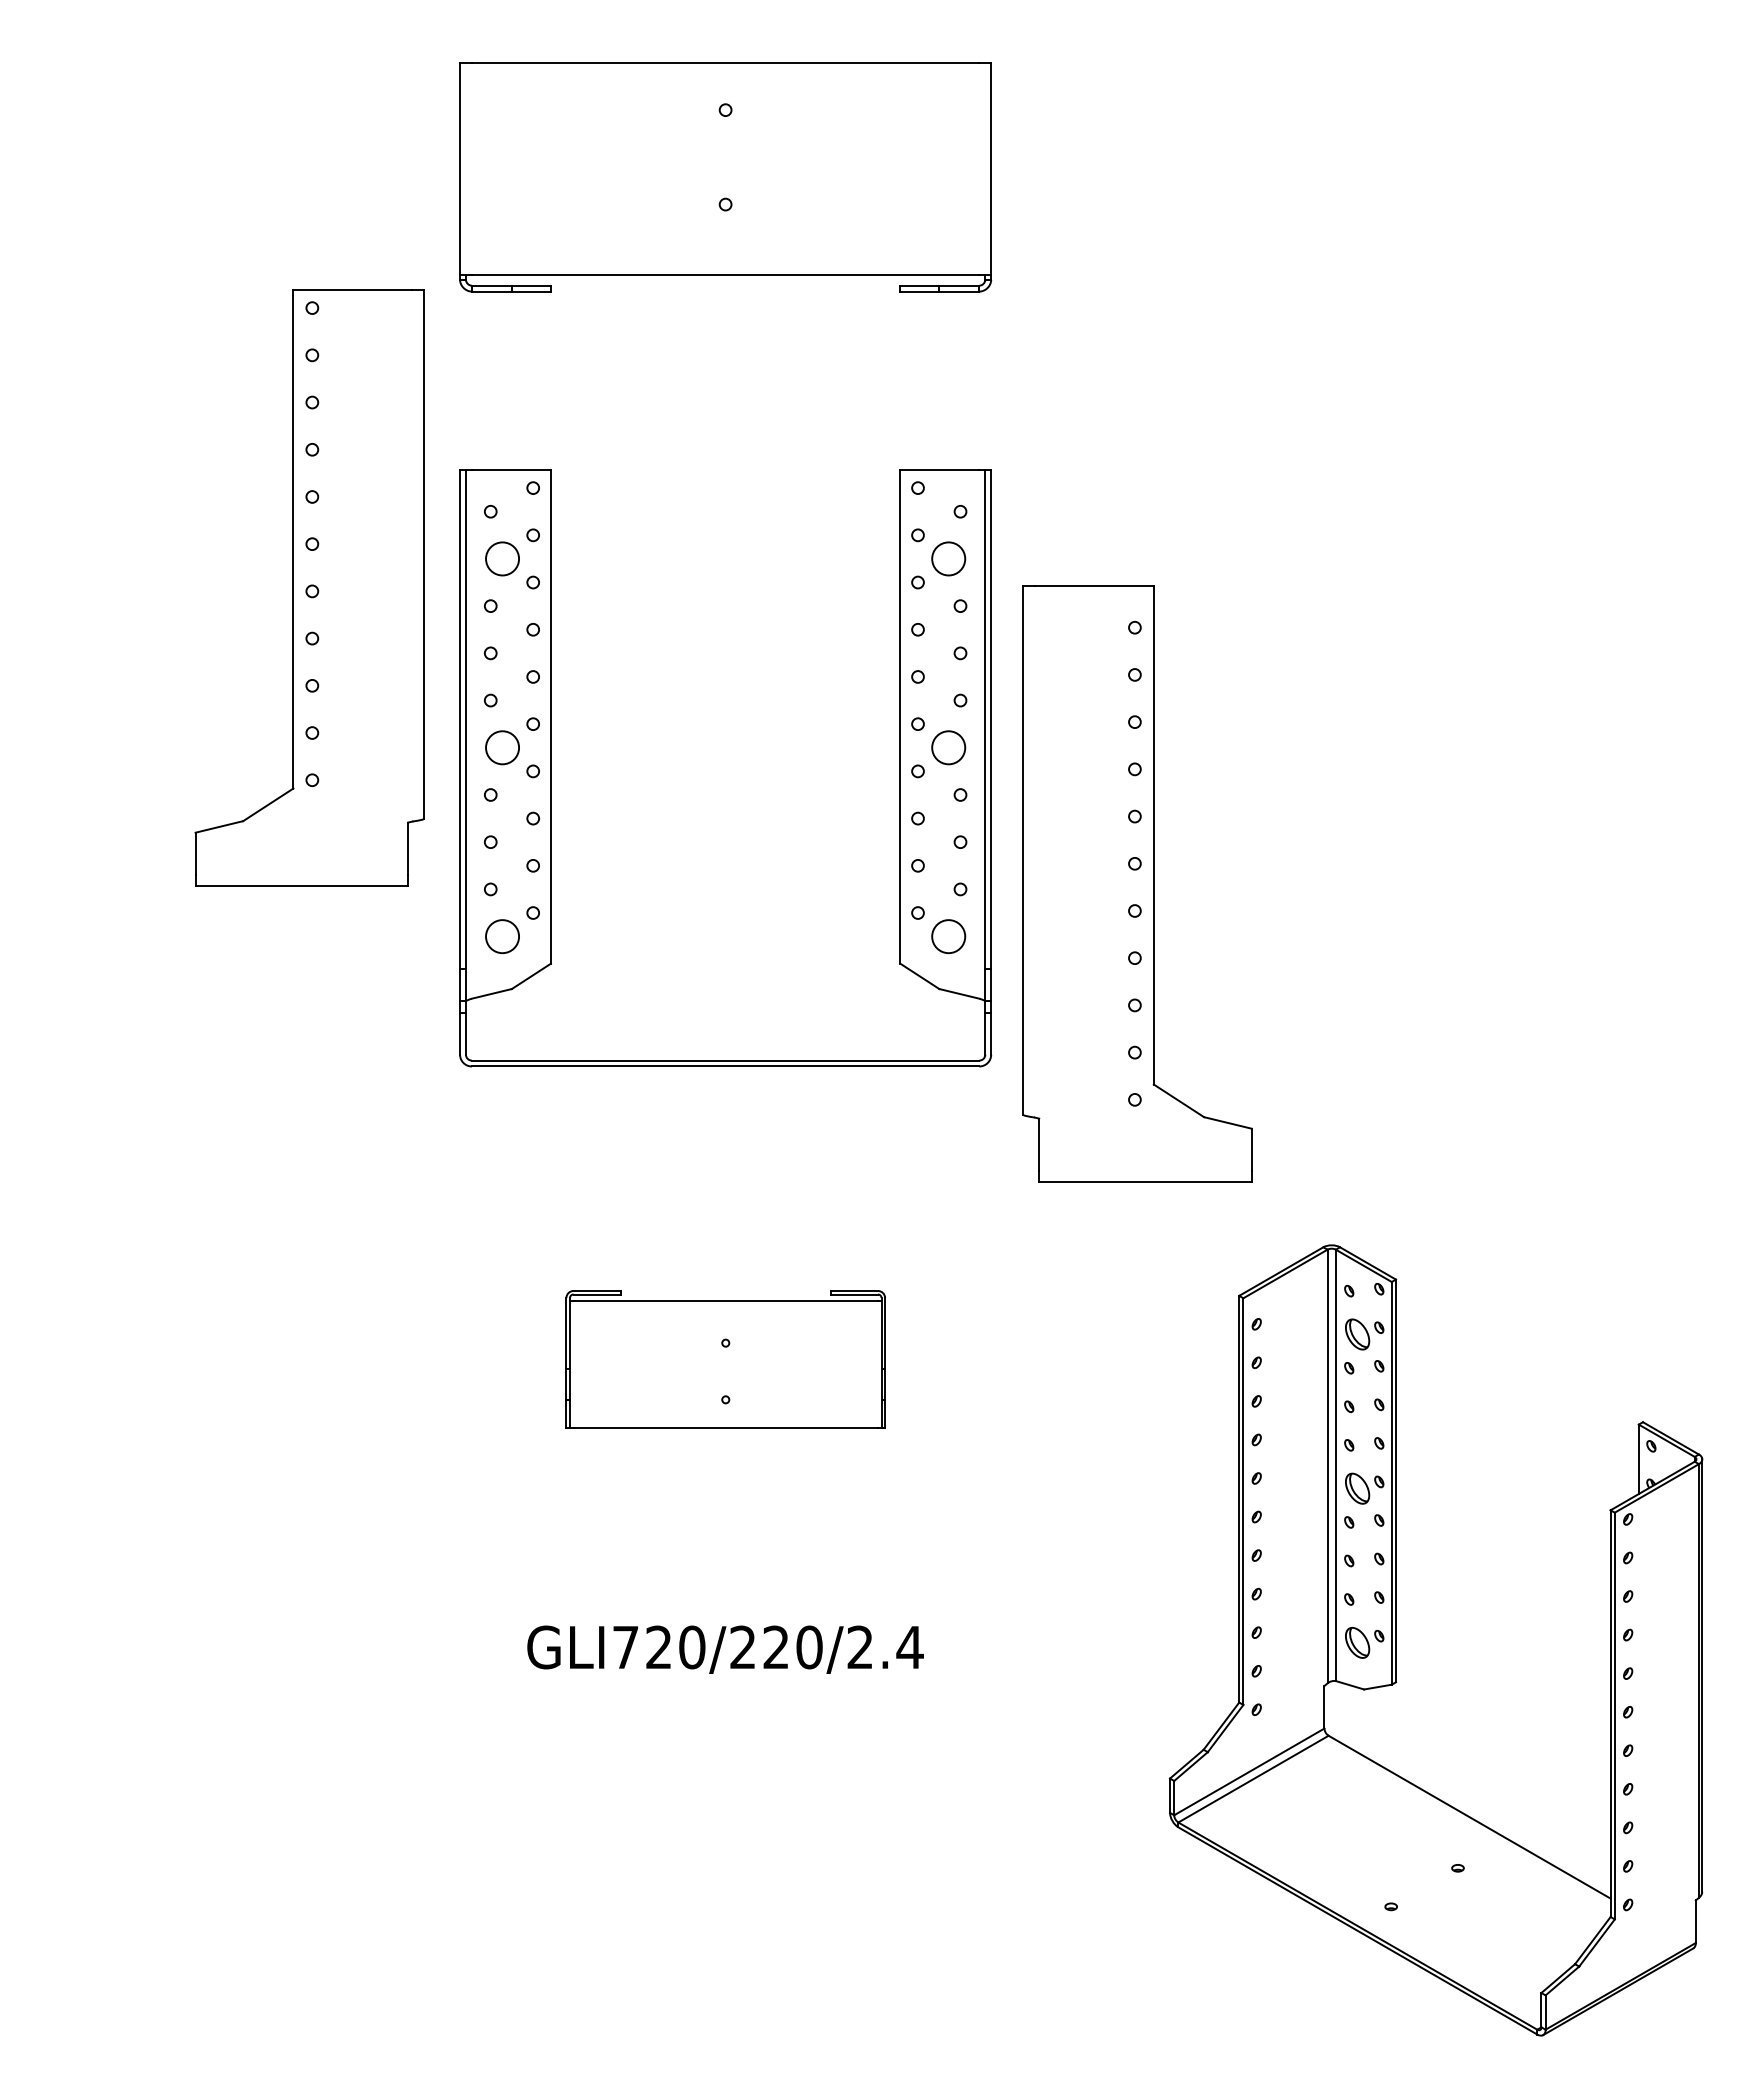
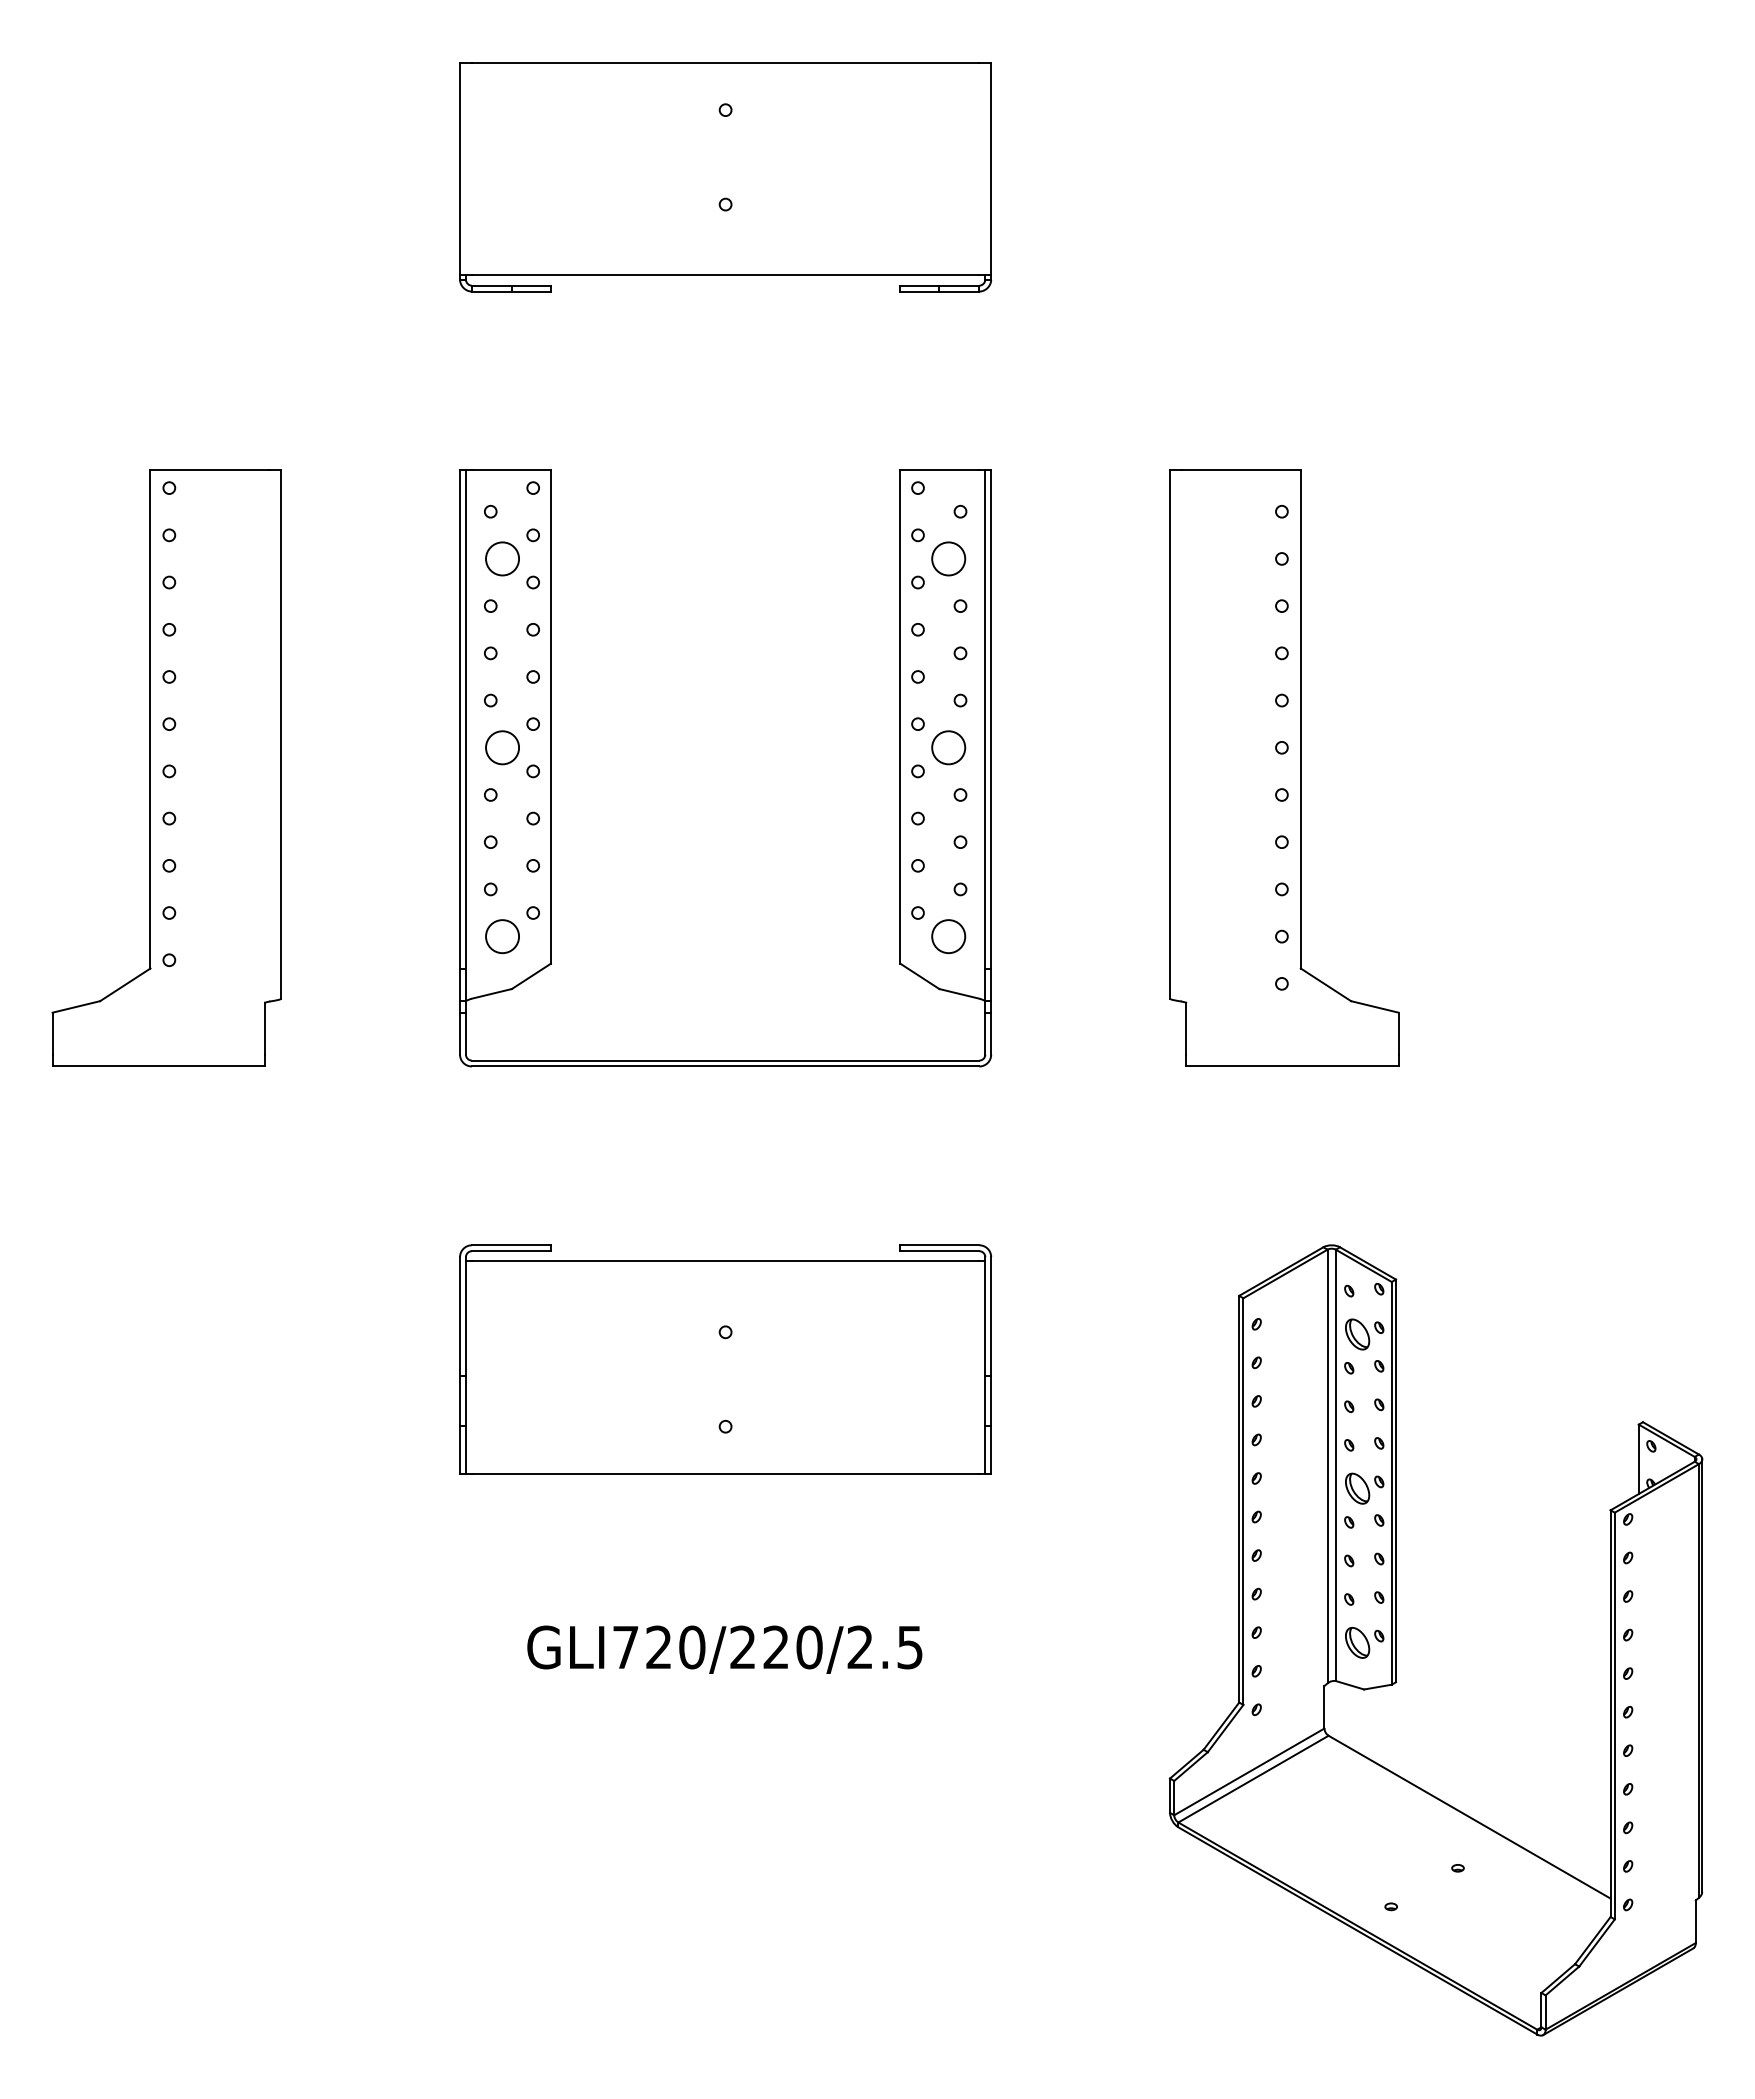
part at (309, 587) position: (309, 587) -> (166, 767)
part at (1137, 883) position: (1137, 883) -> (1284, 767)
part at (725, 1359) size: 321x139 px -> 534x231 px
text at (909, 1647): GLI720/220/2.4 -> GLI720/220/2.5
